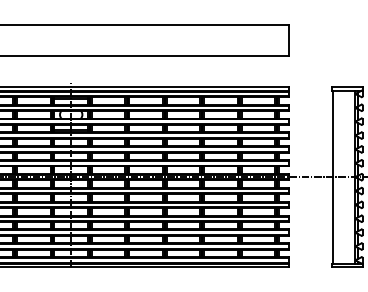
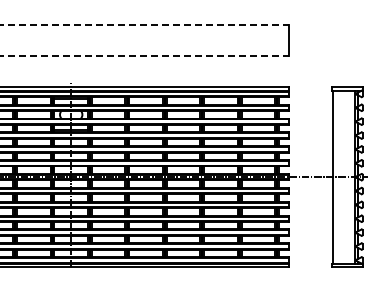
line at (145, 24): solid -> dashed
line at (145, 55): solid -> dashed
